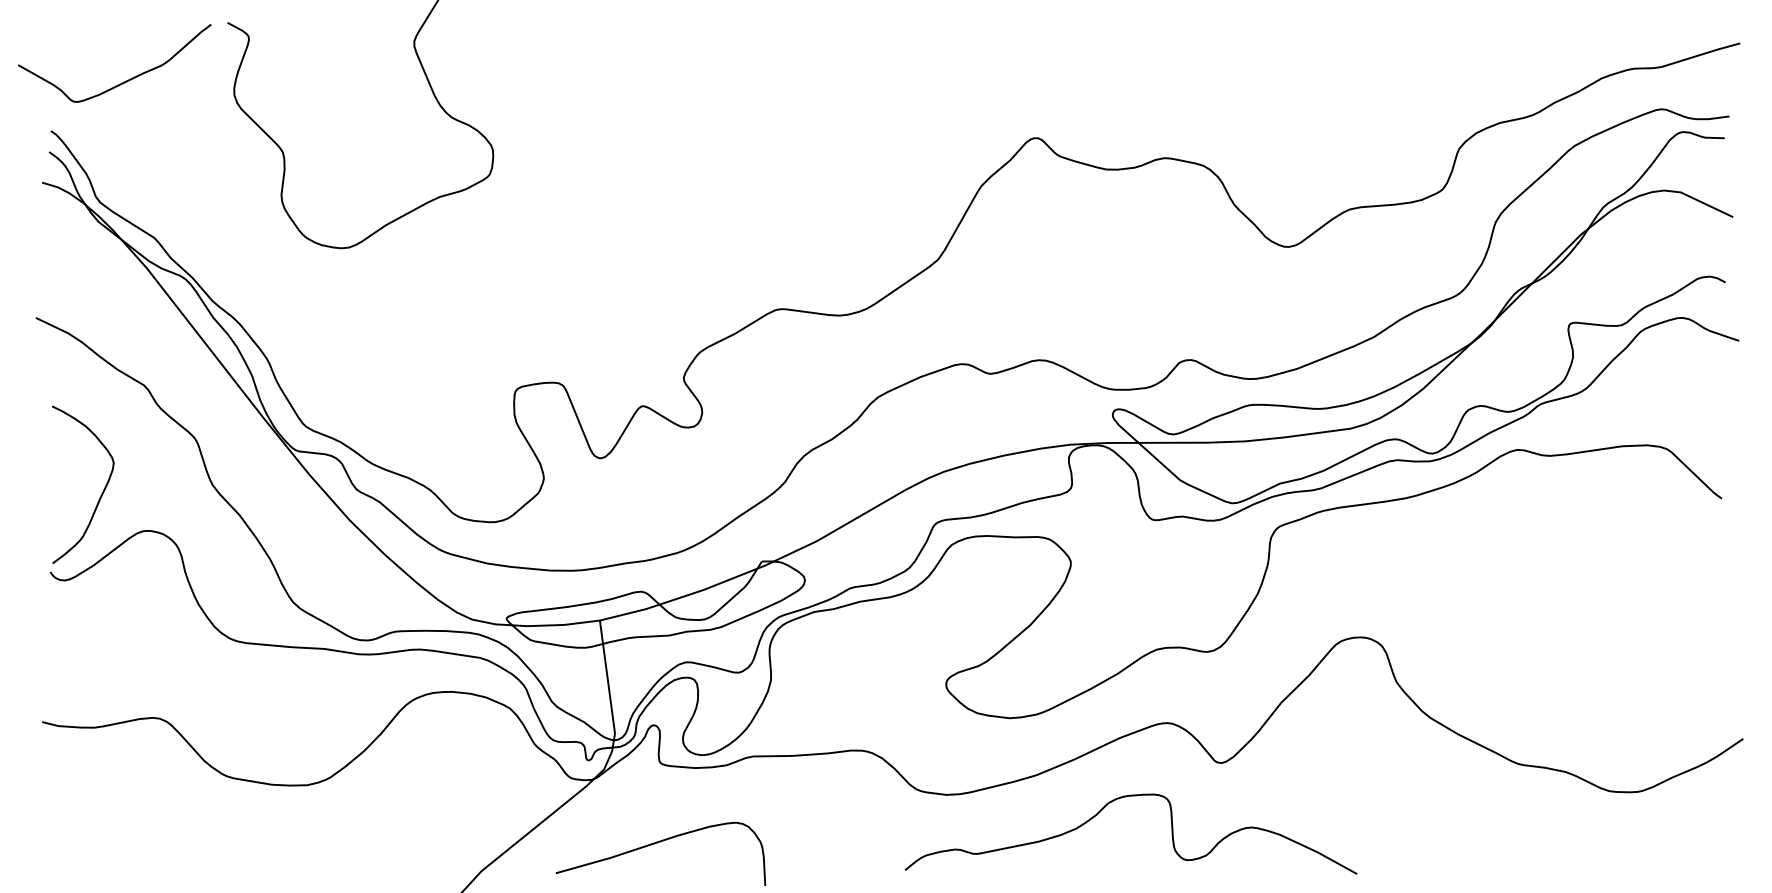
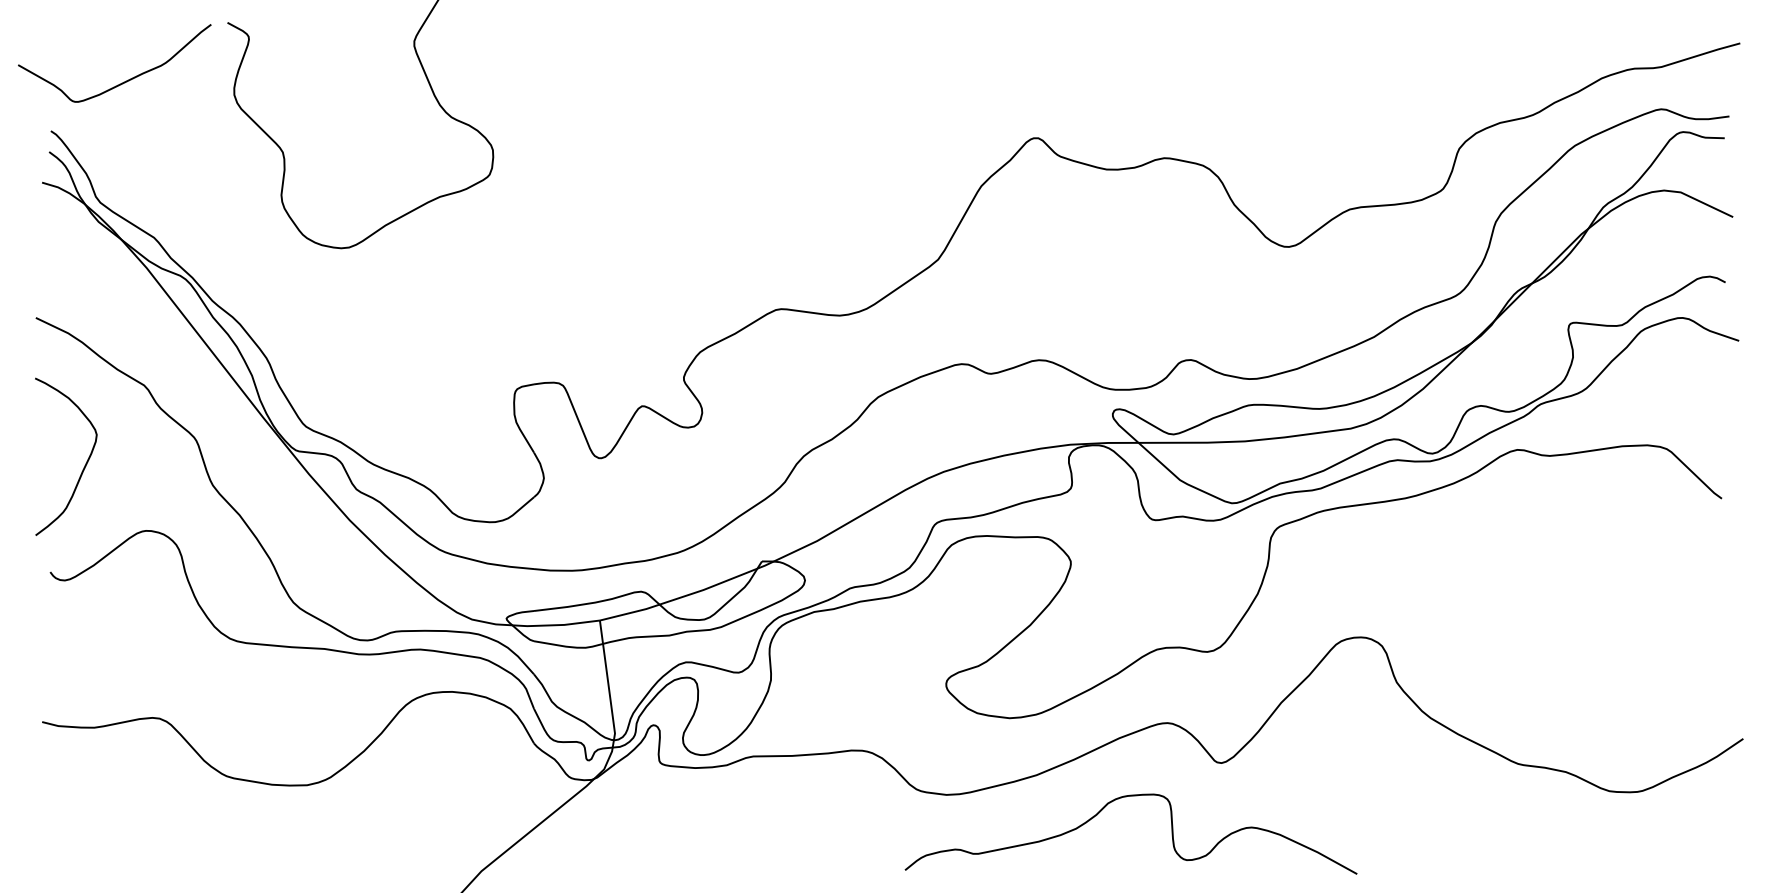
curve at (101, 493) position: (101, 493) -> (84, 465)
curve at (657, 843): present -> none
